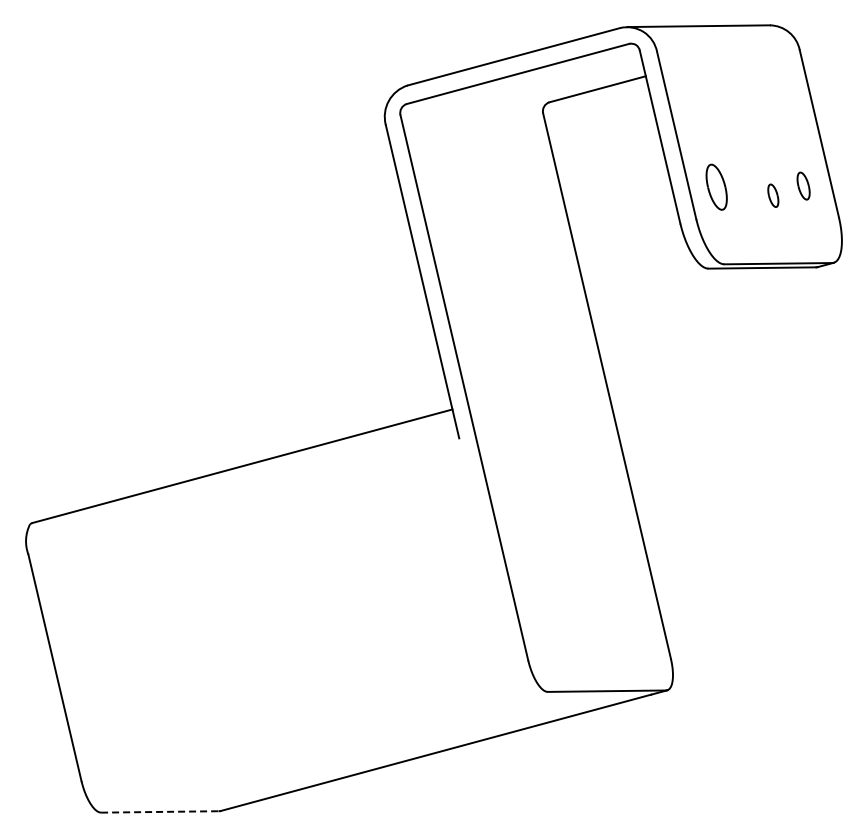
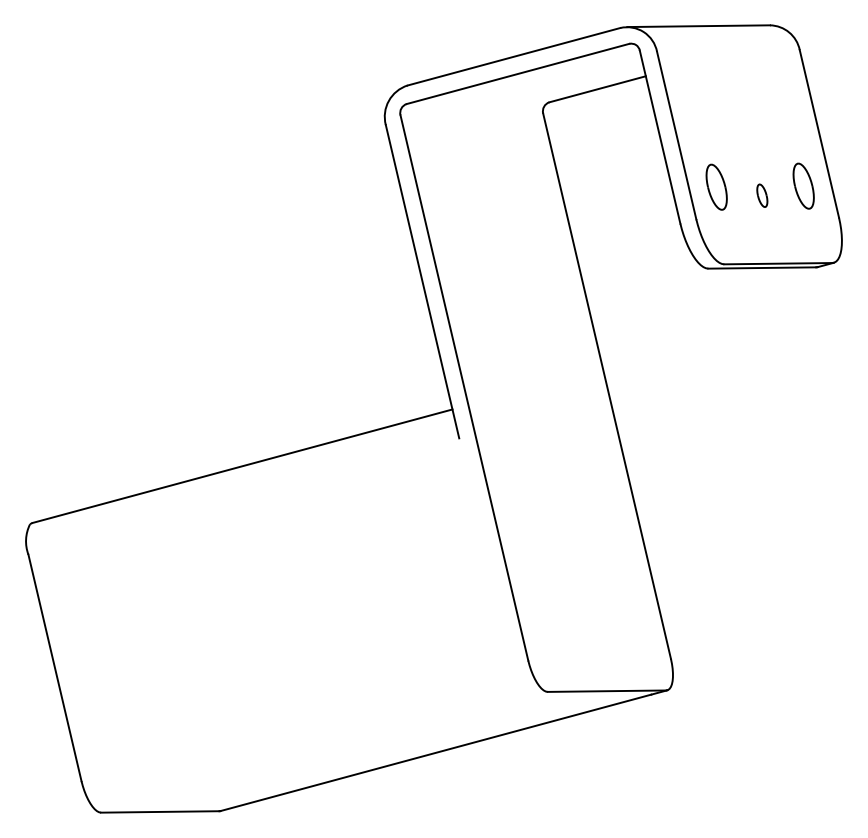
part at (803, 185) size: 15x30 px -> 23x48 px
part at (773, 195) position: (773, 195) -> (762, 195)
line at (160, 811): dashed -> solid
